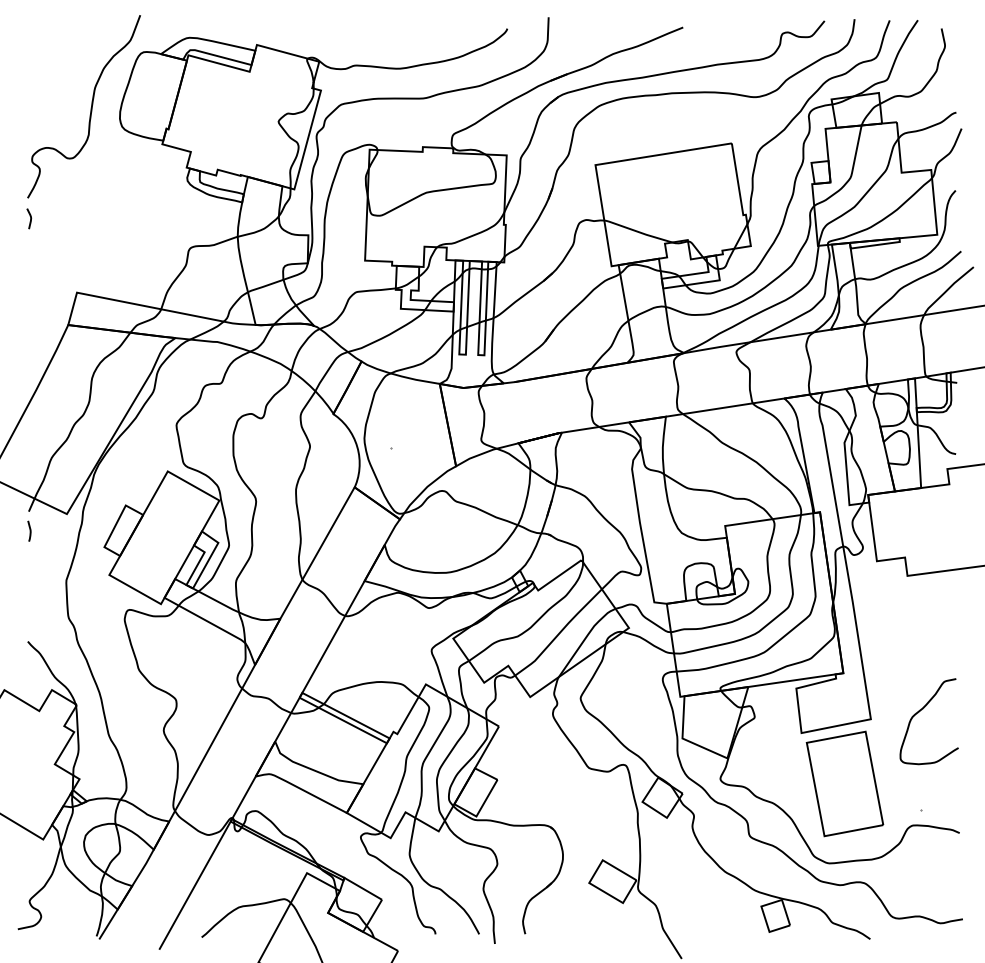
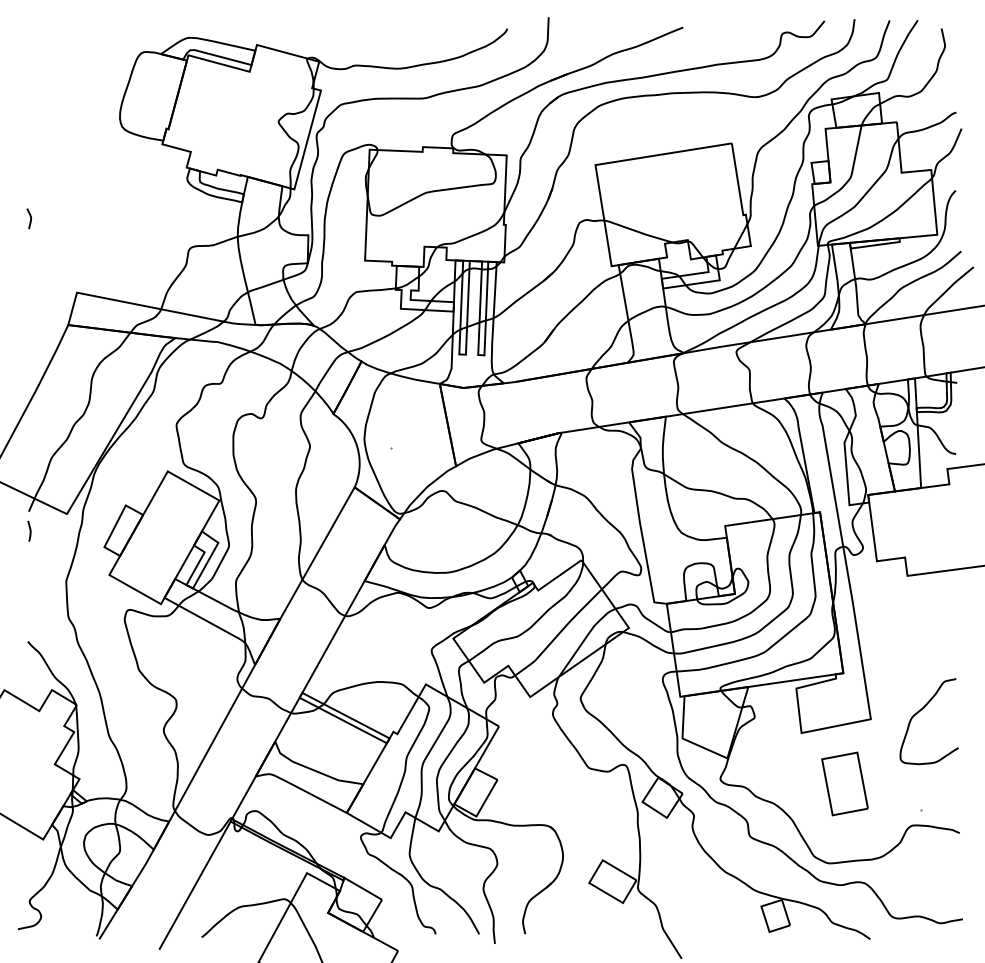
curve at (90, 108): present -> none
part at (844, 783) size: 80x108 px -> 48x66 px
